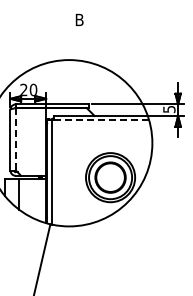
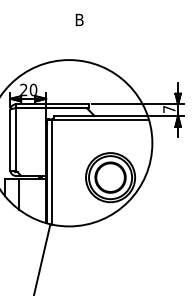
text at (169, 109): 5 -> 7
line at (101, 120): dashed -> solid
line at (15, 139): dashed -> solid
